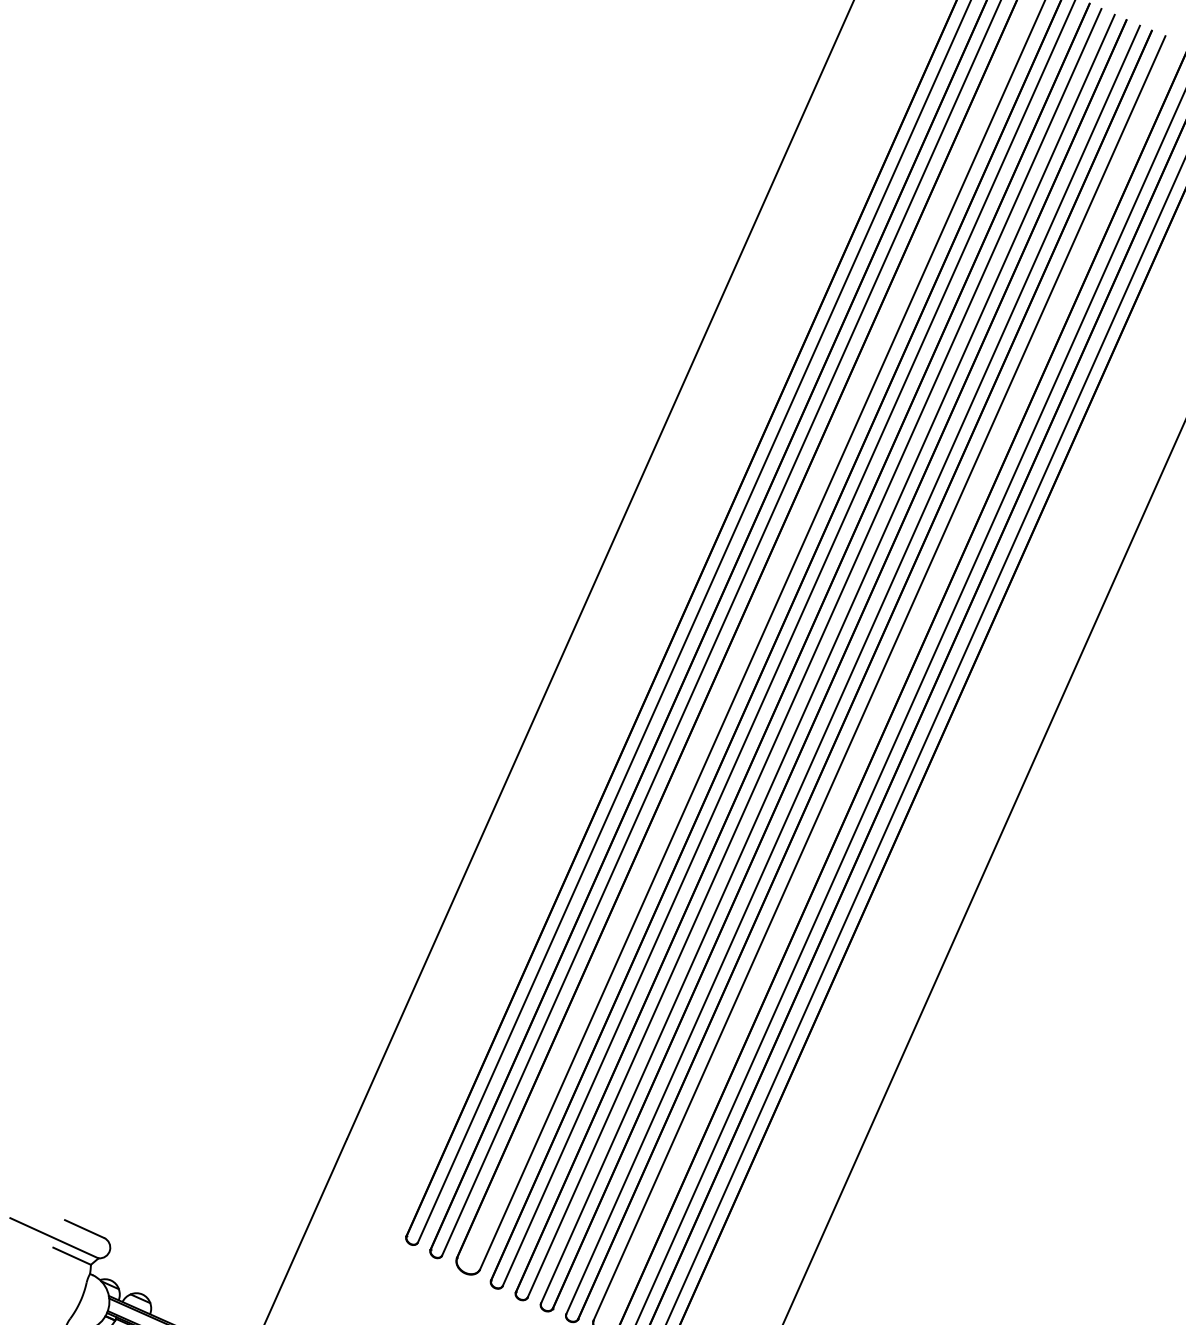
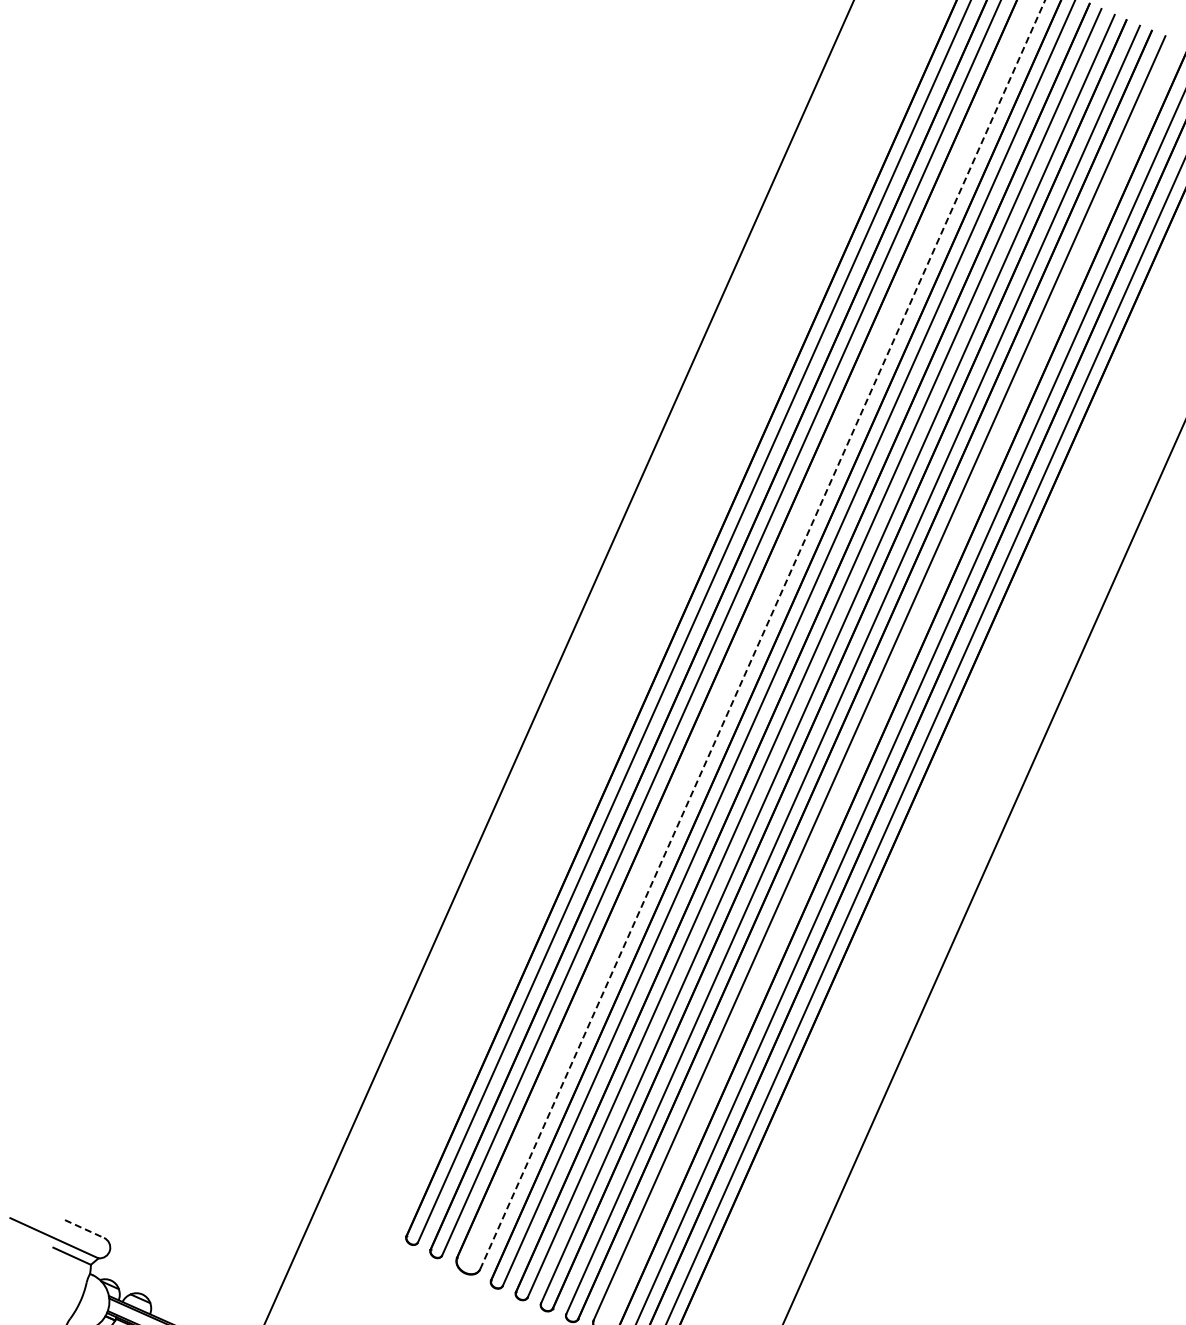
line at (762, 634): solid -> dashed
line at (84, 1229): solid -> dashed
